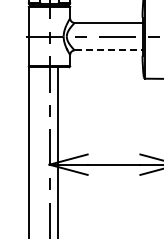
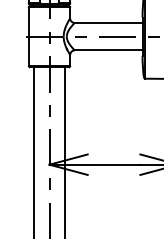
line at (108, 50): dashed -> solid
line at (28, 151) position: (28, 151) -> (33, 151)
line at (58, 151) position: (58, 151) -> (65, 151)
